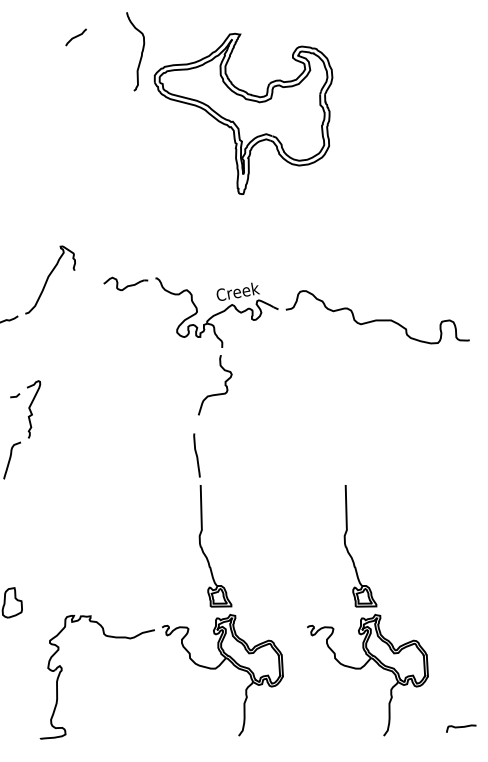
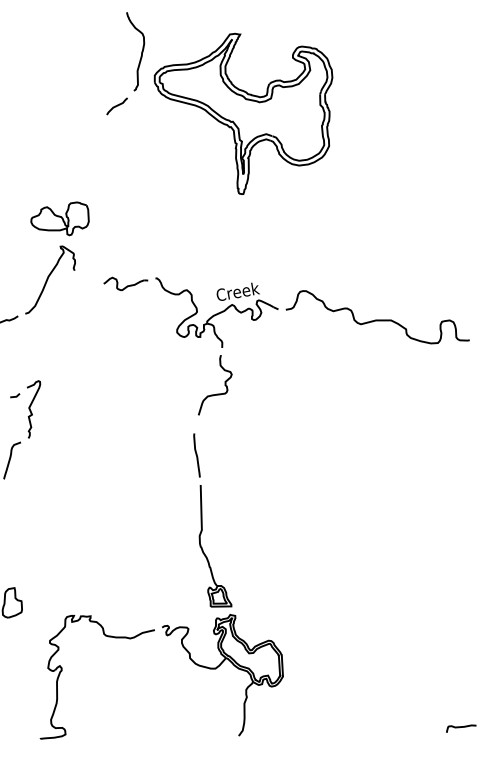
curve at (75, 37) position: (75, 37) -> (116, 106)
part at (59, 218): none -> present
part at (367, 610): present -> none
